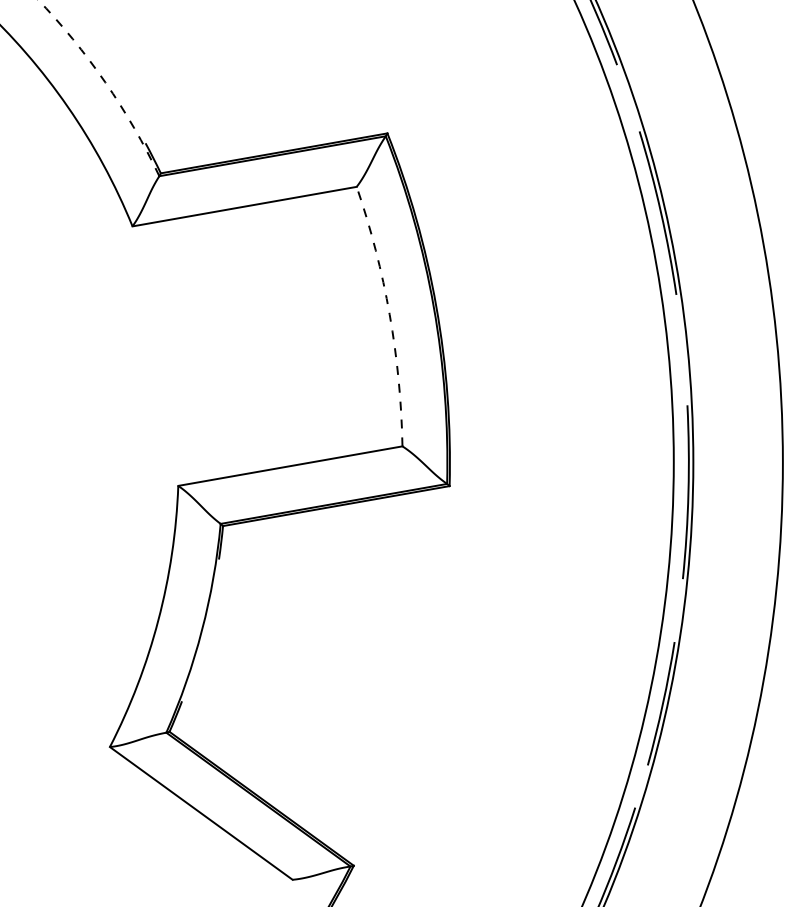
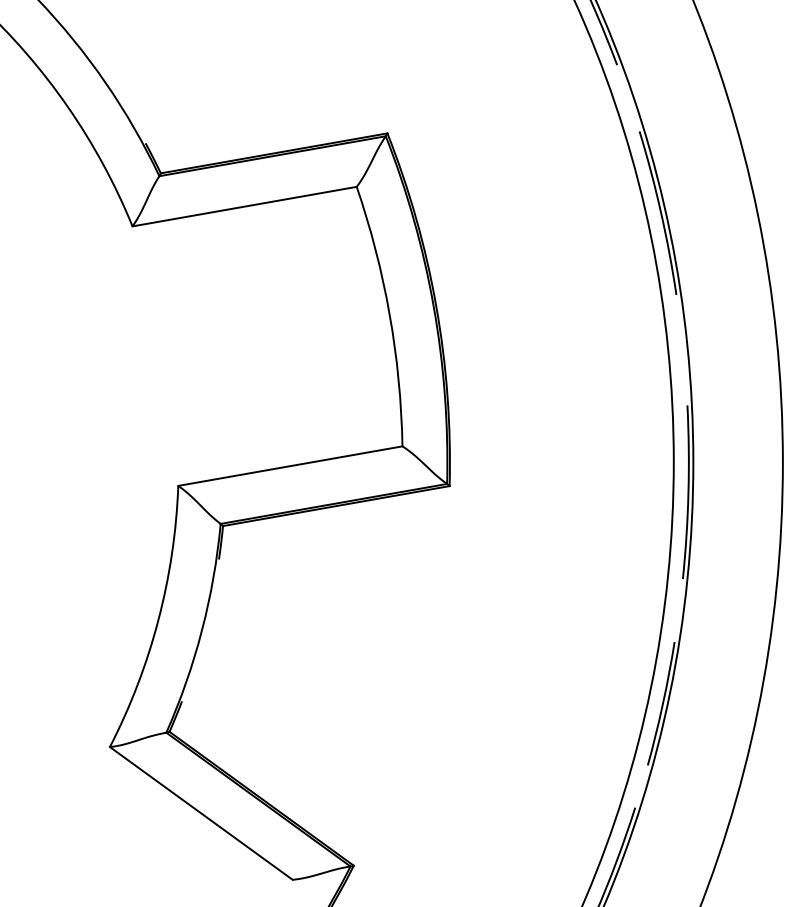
arc at (105, 83): dashed -> solid
arc at (389, 314): dashed -> solid
